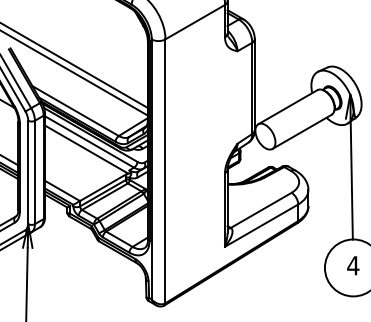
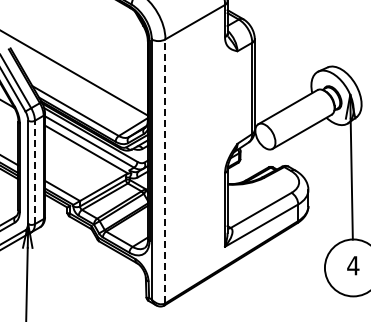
line at (74, 65): present -> none
line at (165, 171): solid -> dashed
line at (34, 172): solid -> dashed
